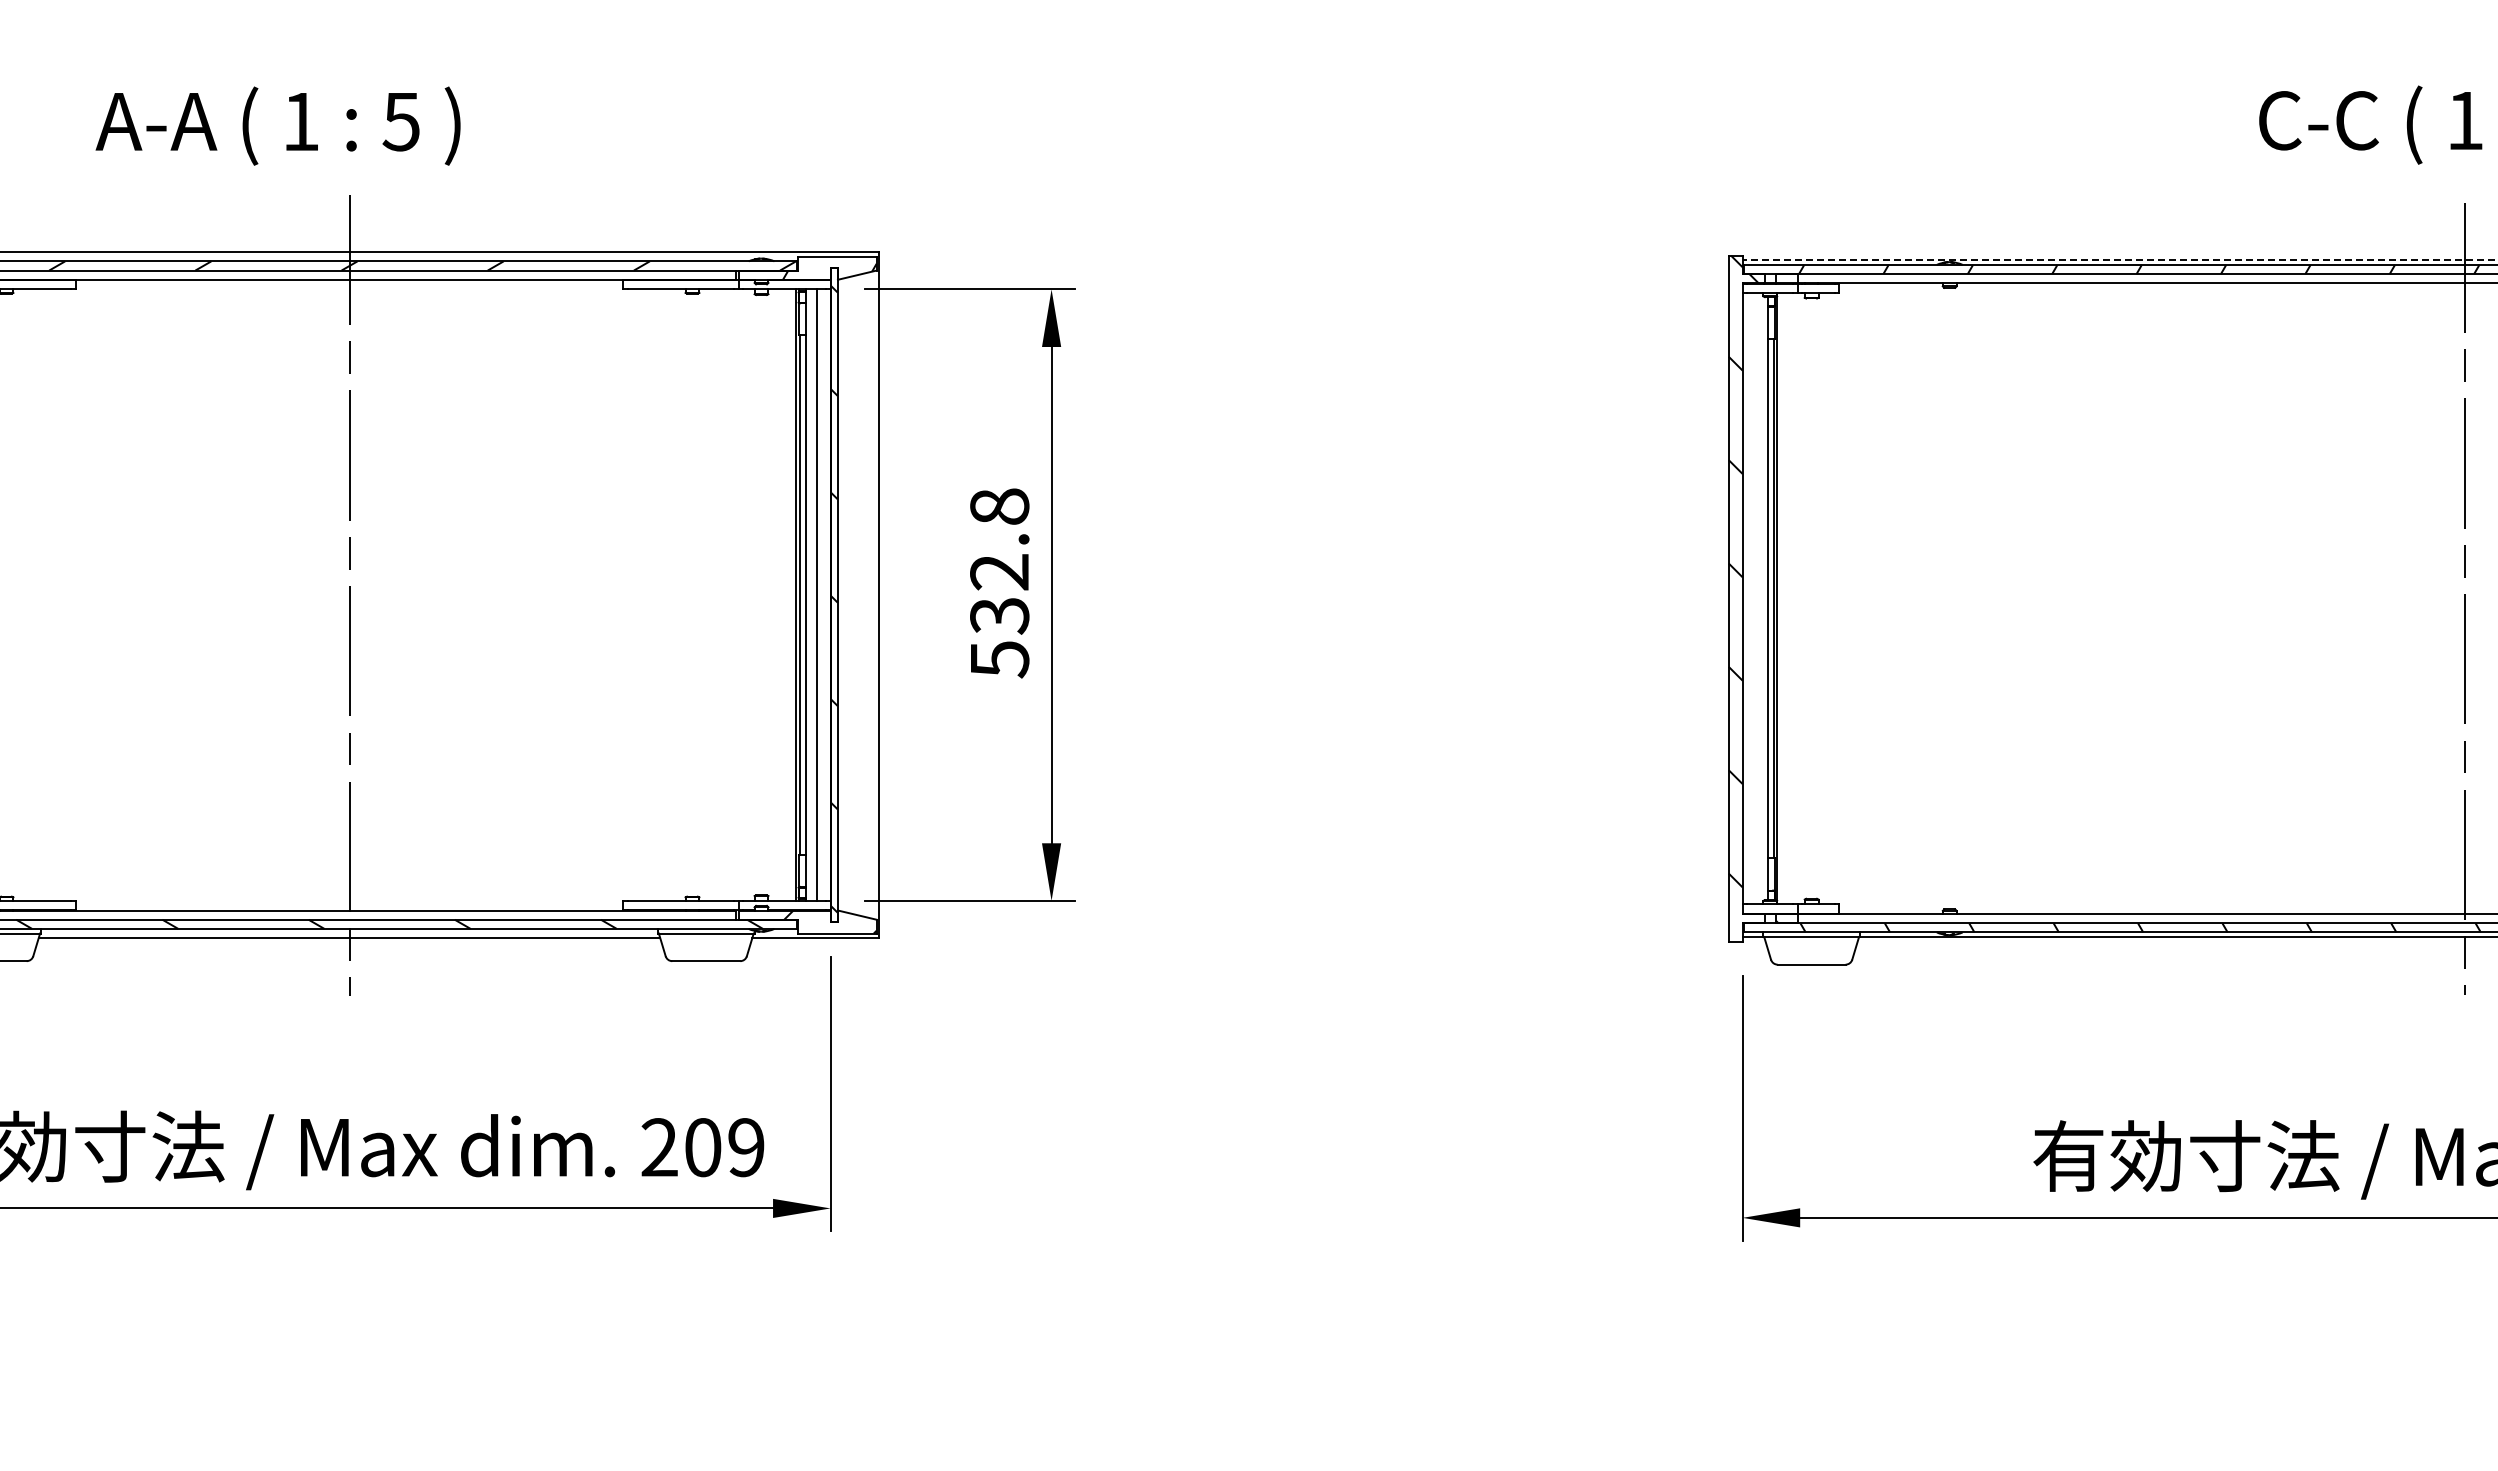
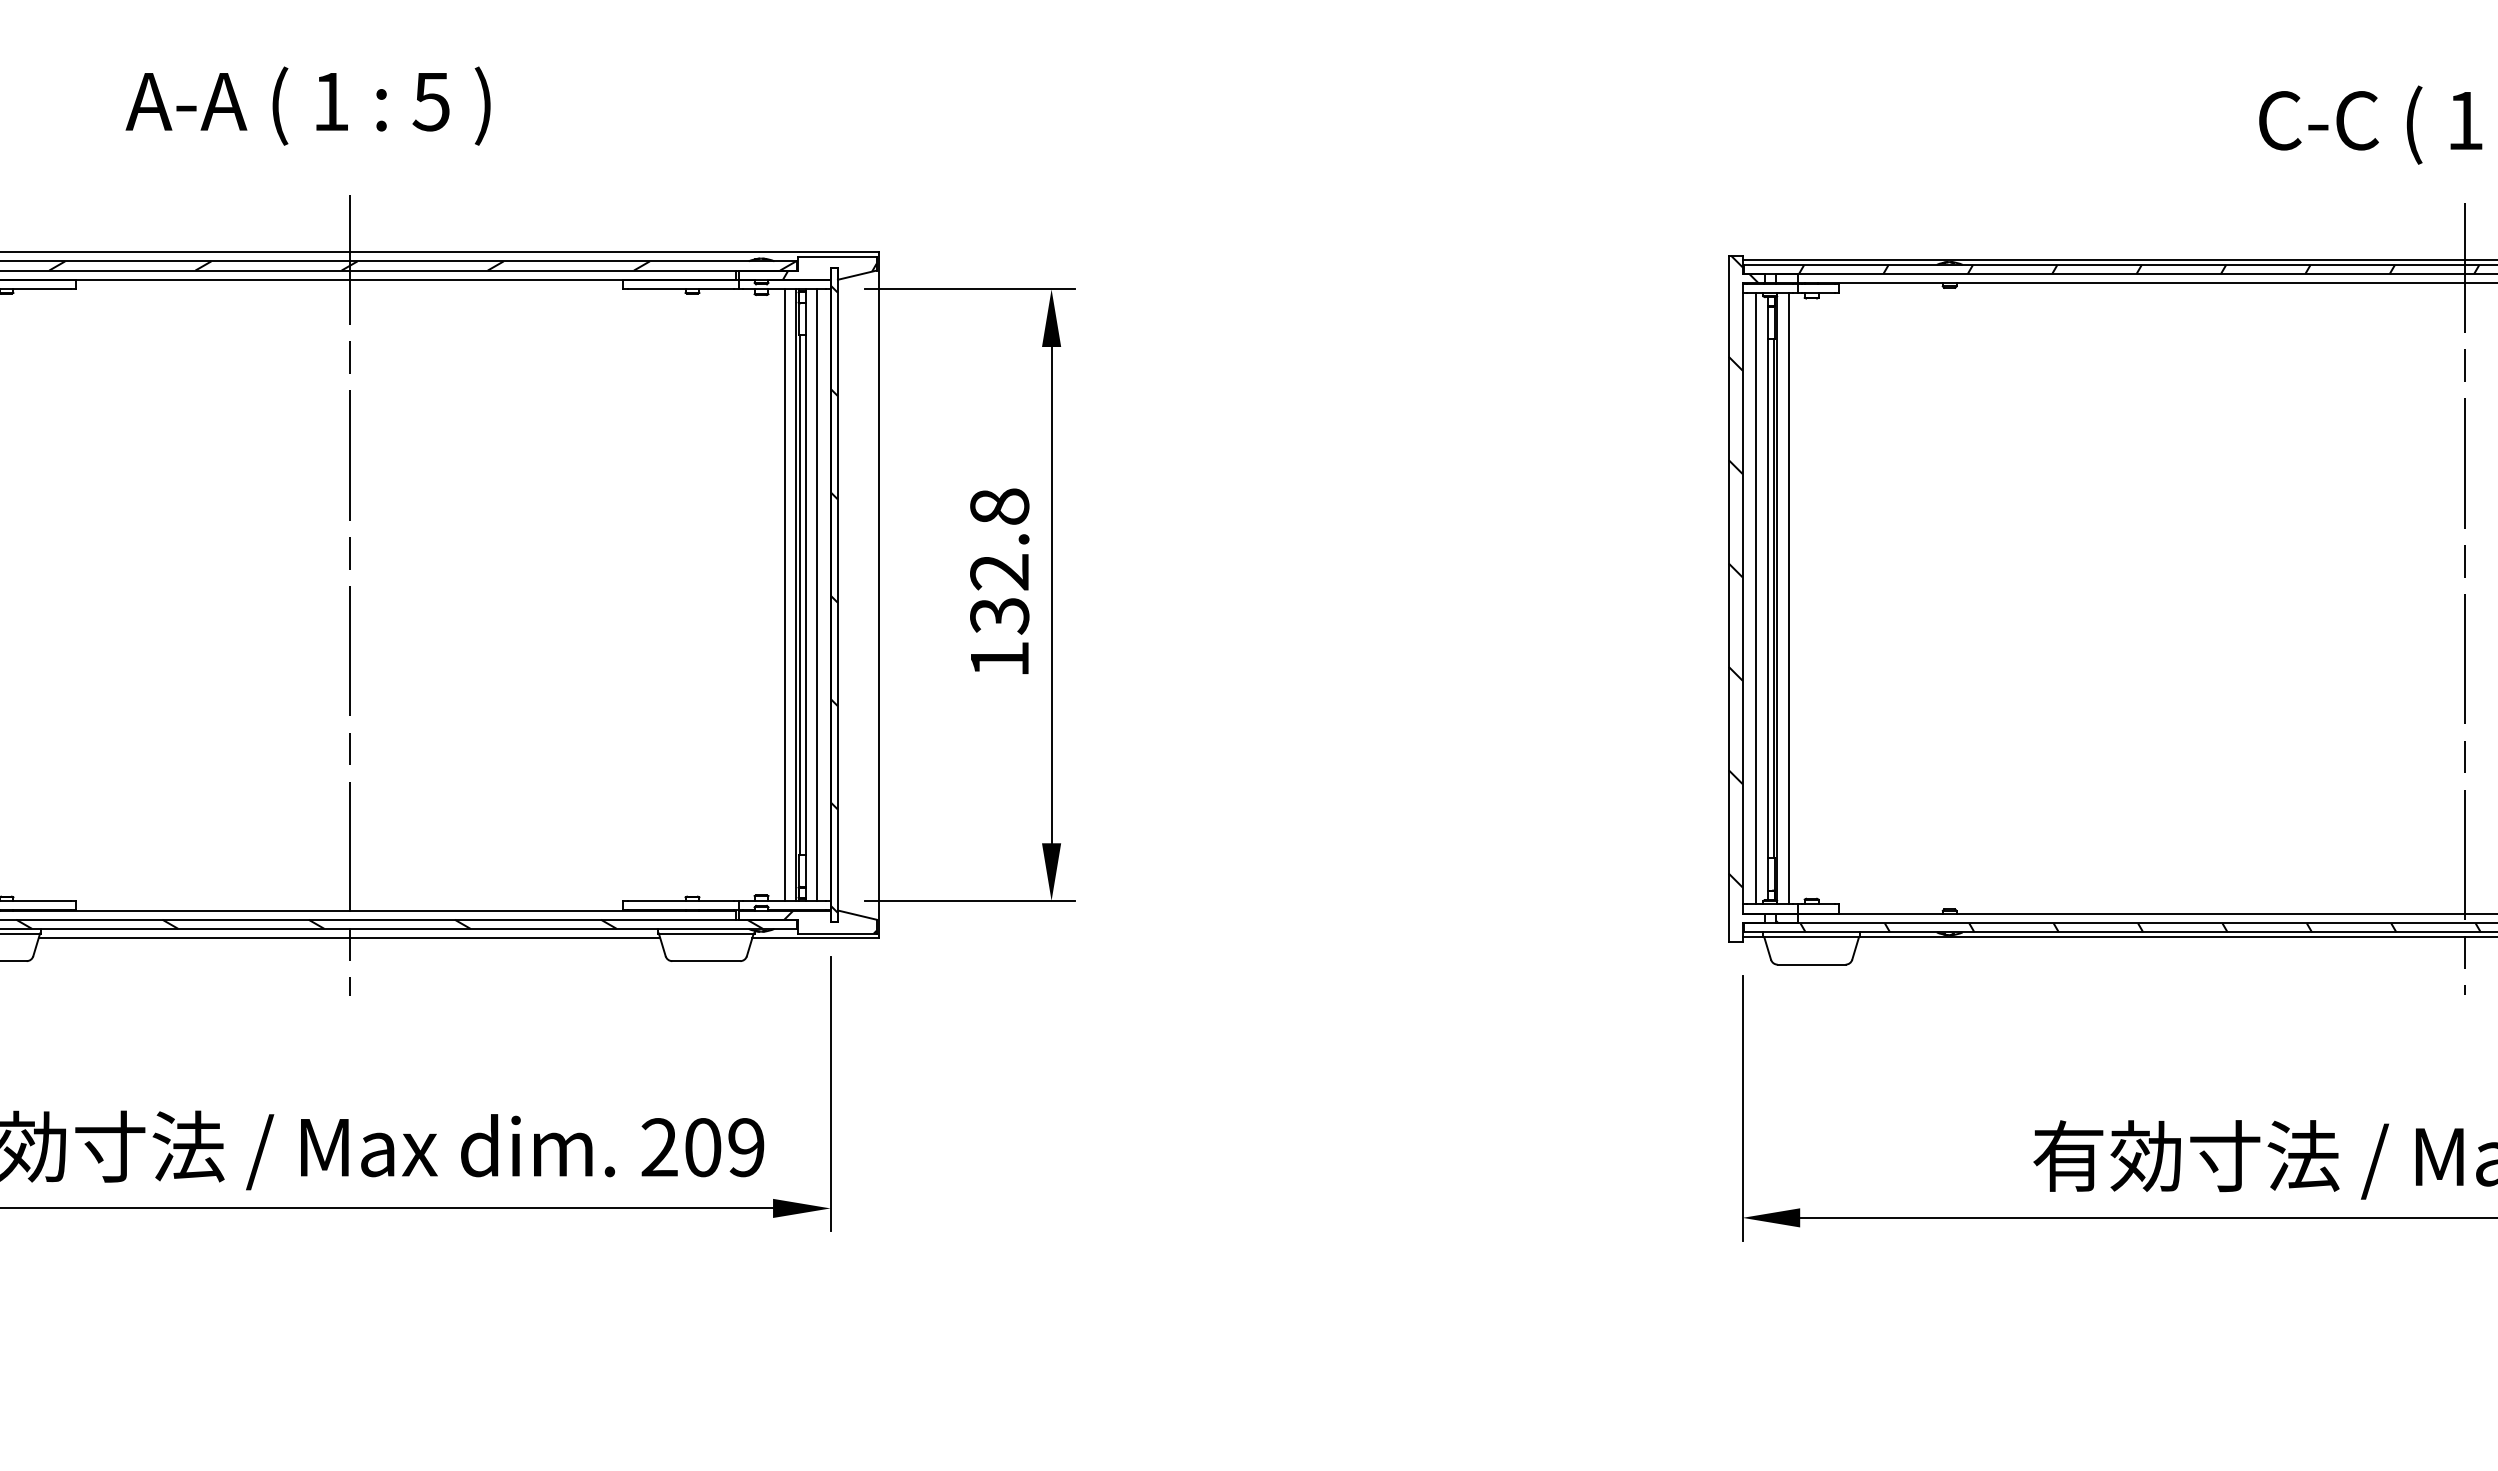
text at (277, 125) position: (277, 125) -> (307, 105)
line at (2119, 260): dashed -> solid
line at (784, 594): none -> present
line at (1756, 598): none -> present
line at (1788, 598): none -> present
text at (1000, 659): 532.8 -> 132.8
